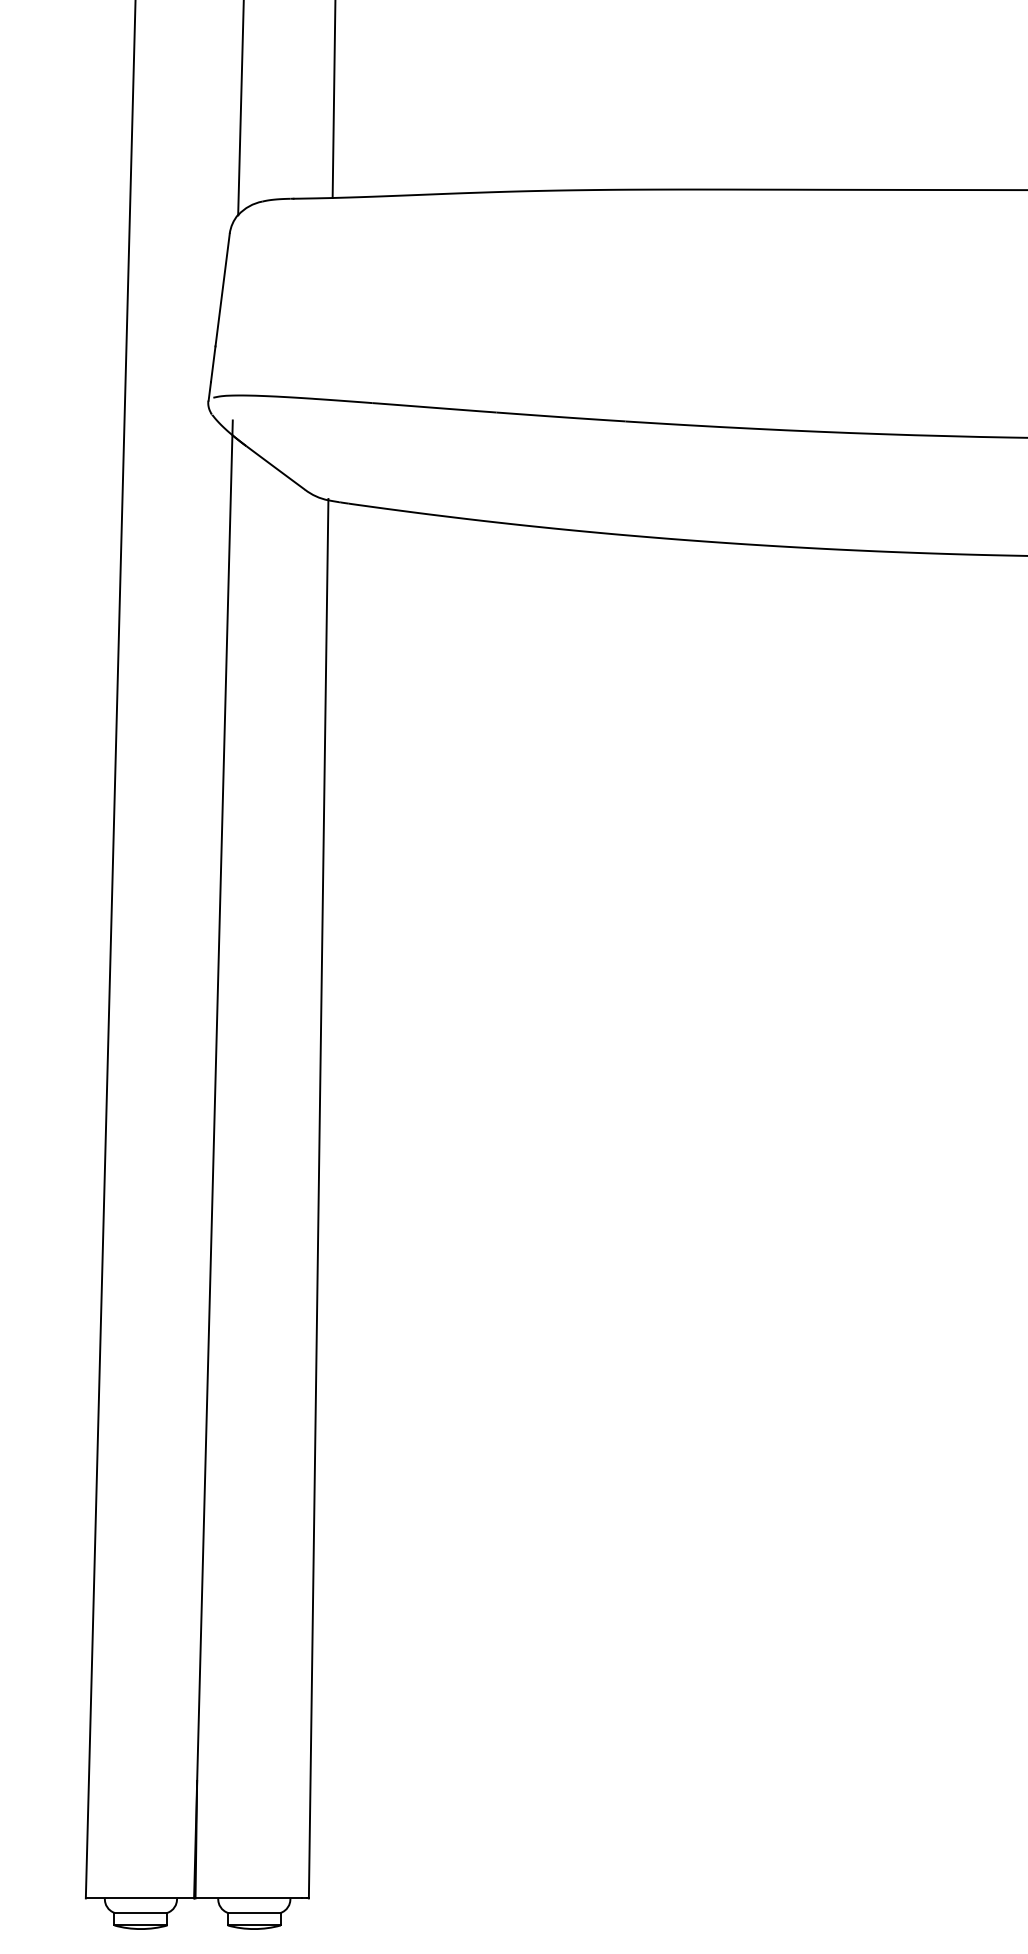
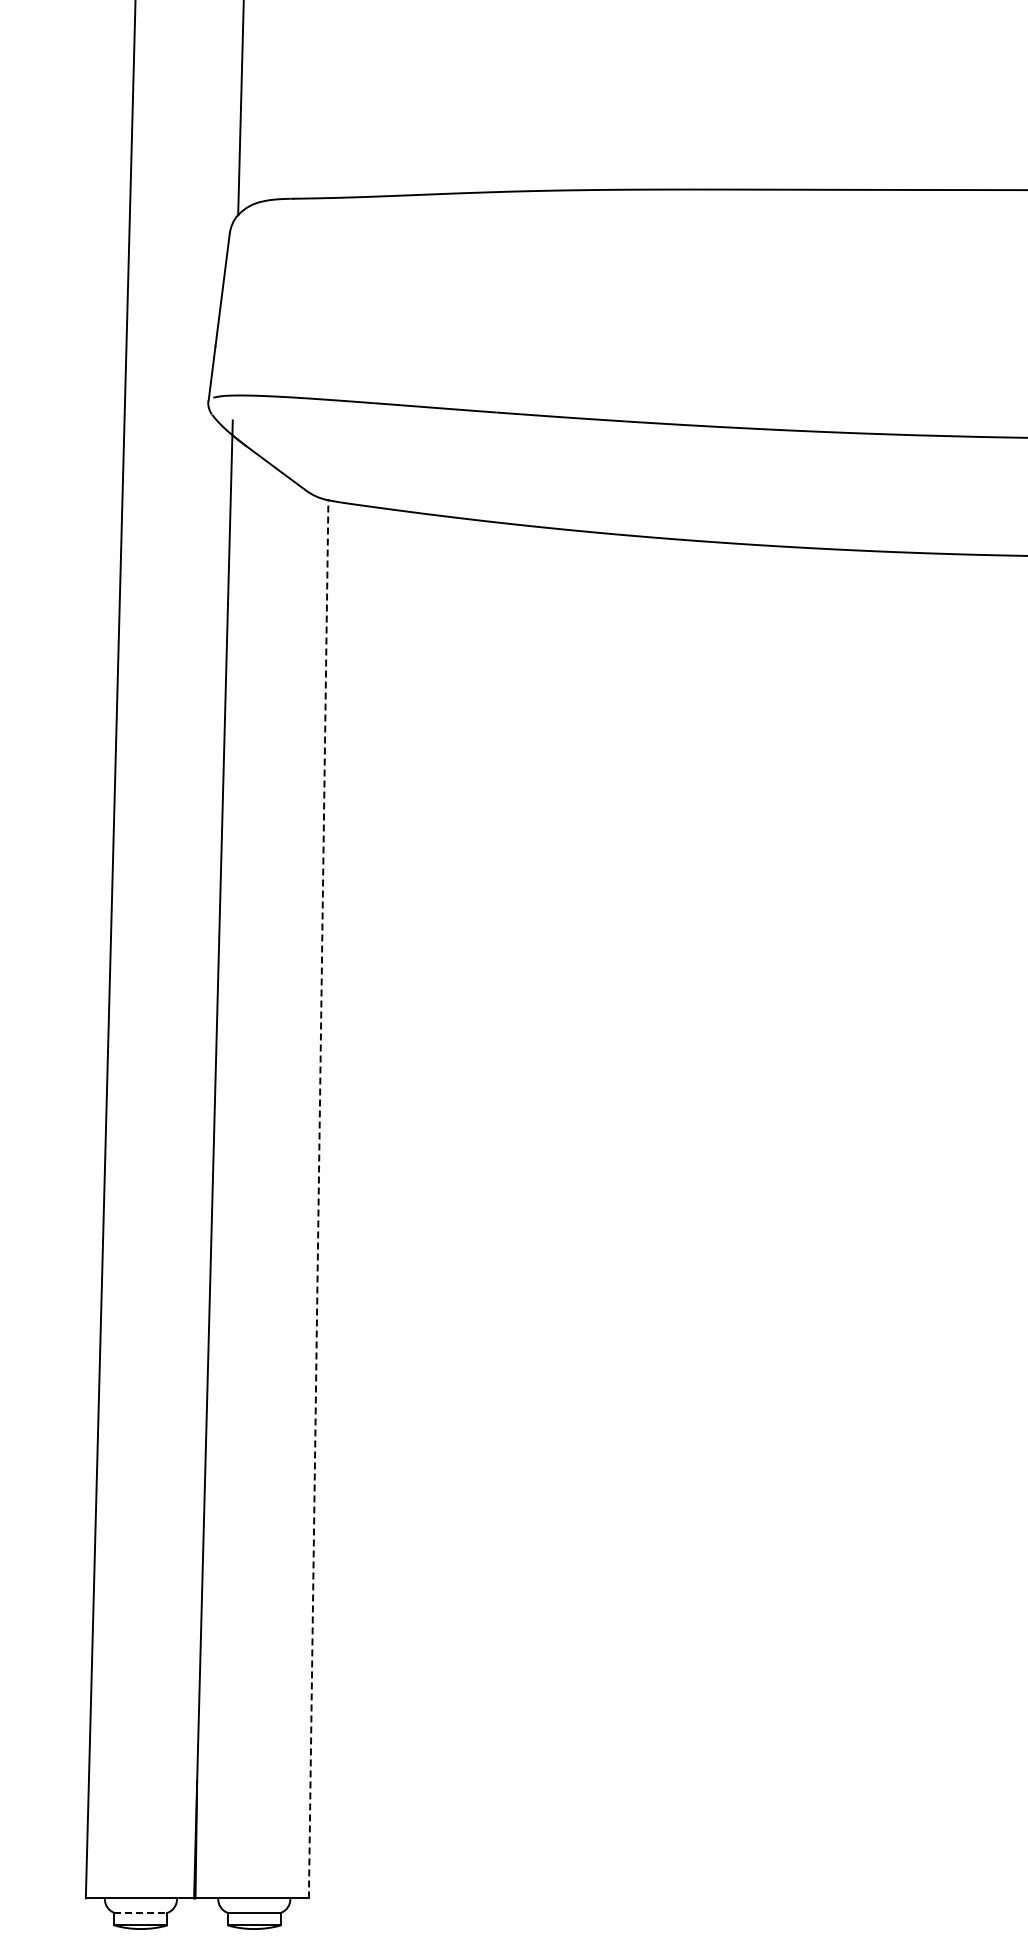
line at (333, 99): present -> none
line at (318, 1198): solid -> dashed
line at (141, 1912): solid -> dashed
